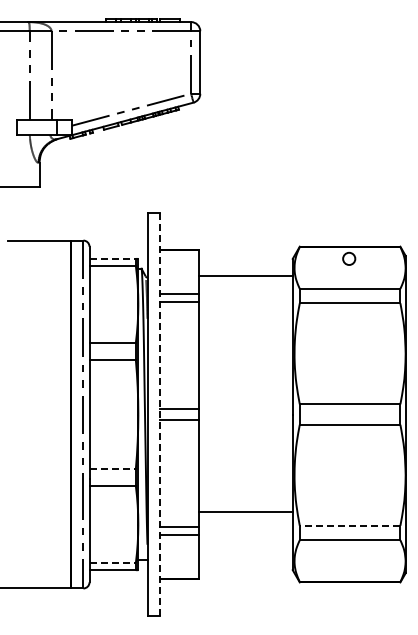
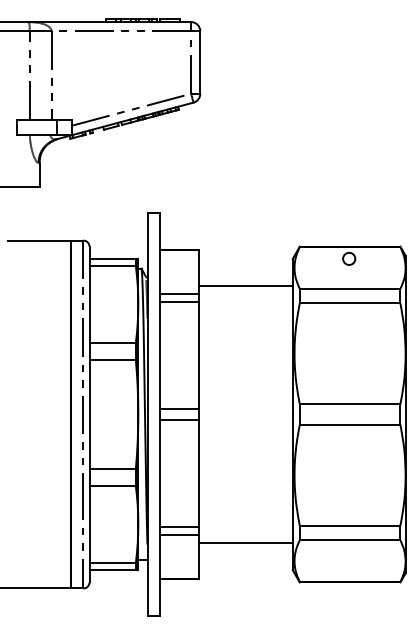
line at (113, 258): dashed -> solid
line at (245, 276) position: (245, 276) -> (245, 286)
line at (159, 415): dashed -> solid
line at (113, 468): dashed -> solid
line at (245, 511) position: (245, 511) -> (245, 542)
line at (349, 525): dashed -> solid
line at (113, 562): dashed -> solid
